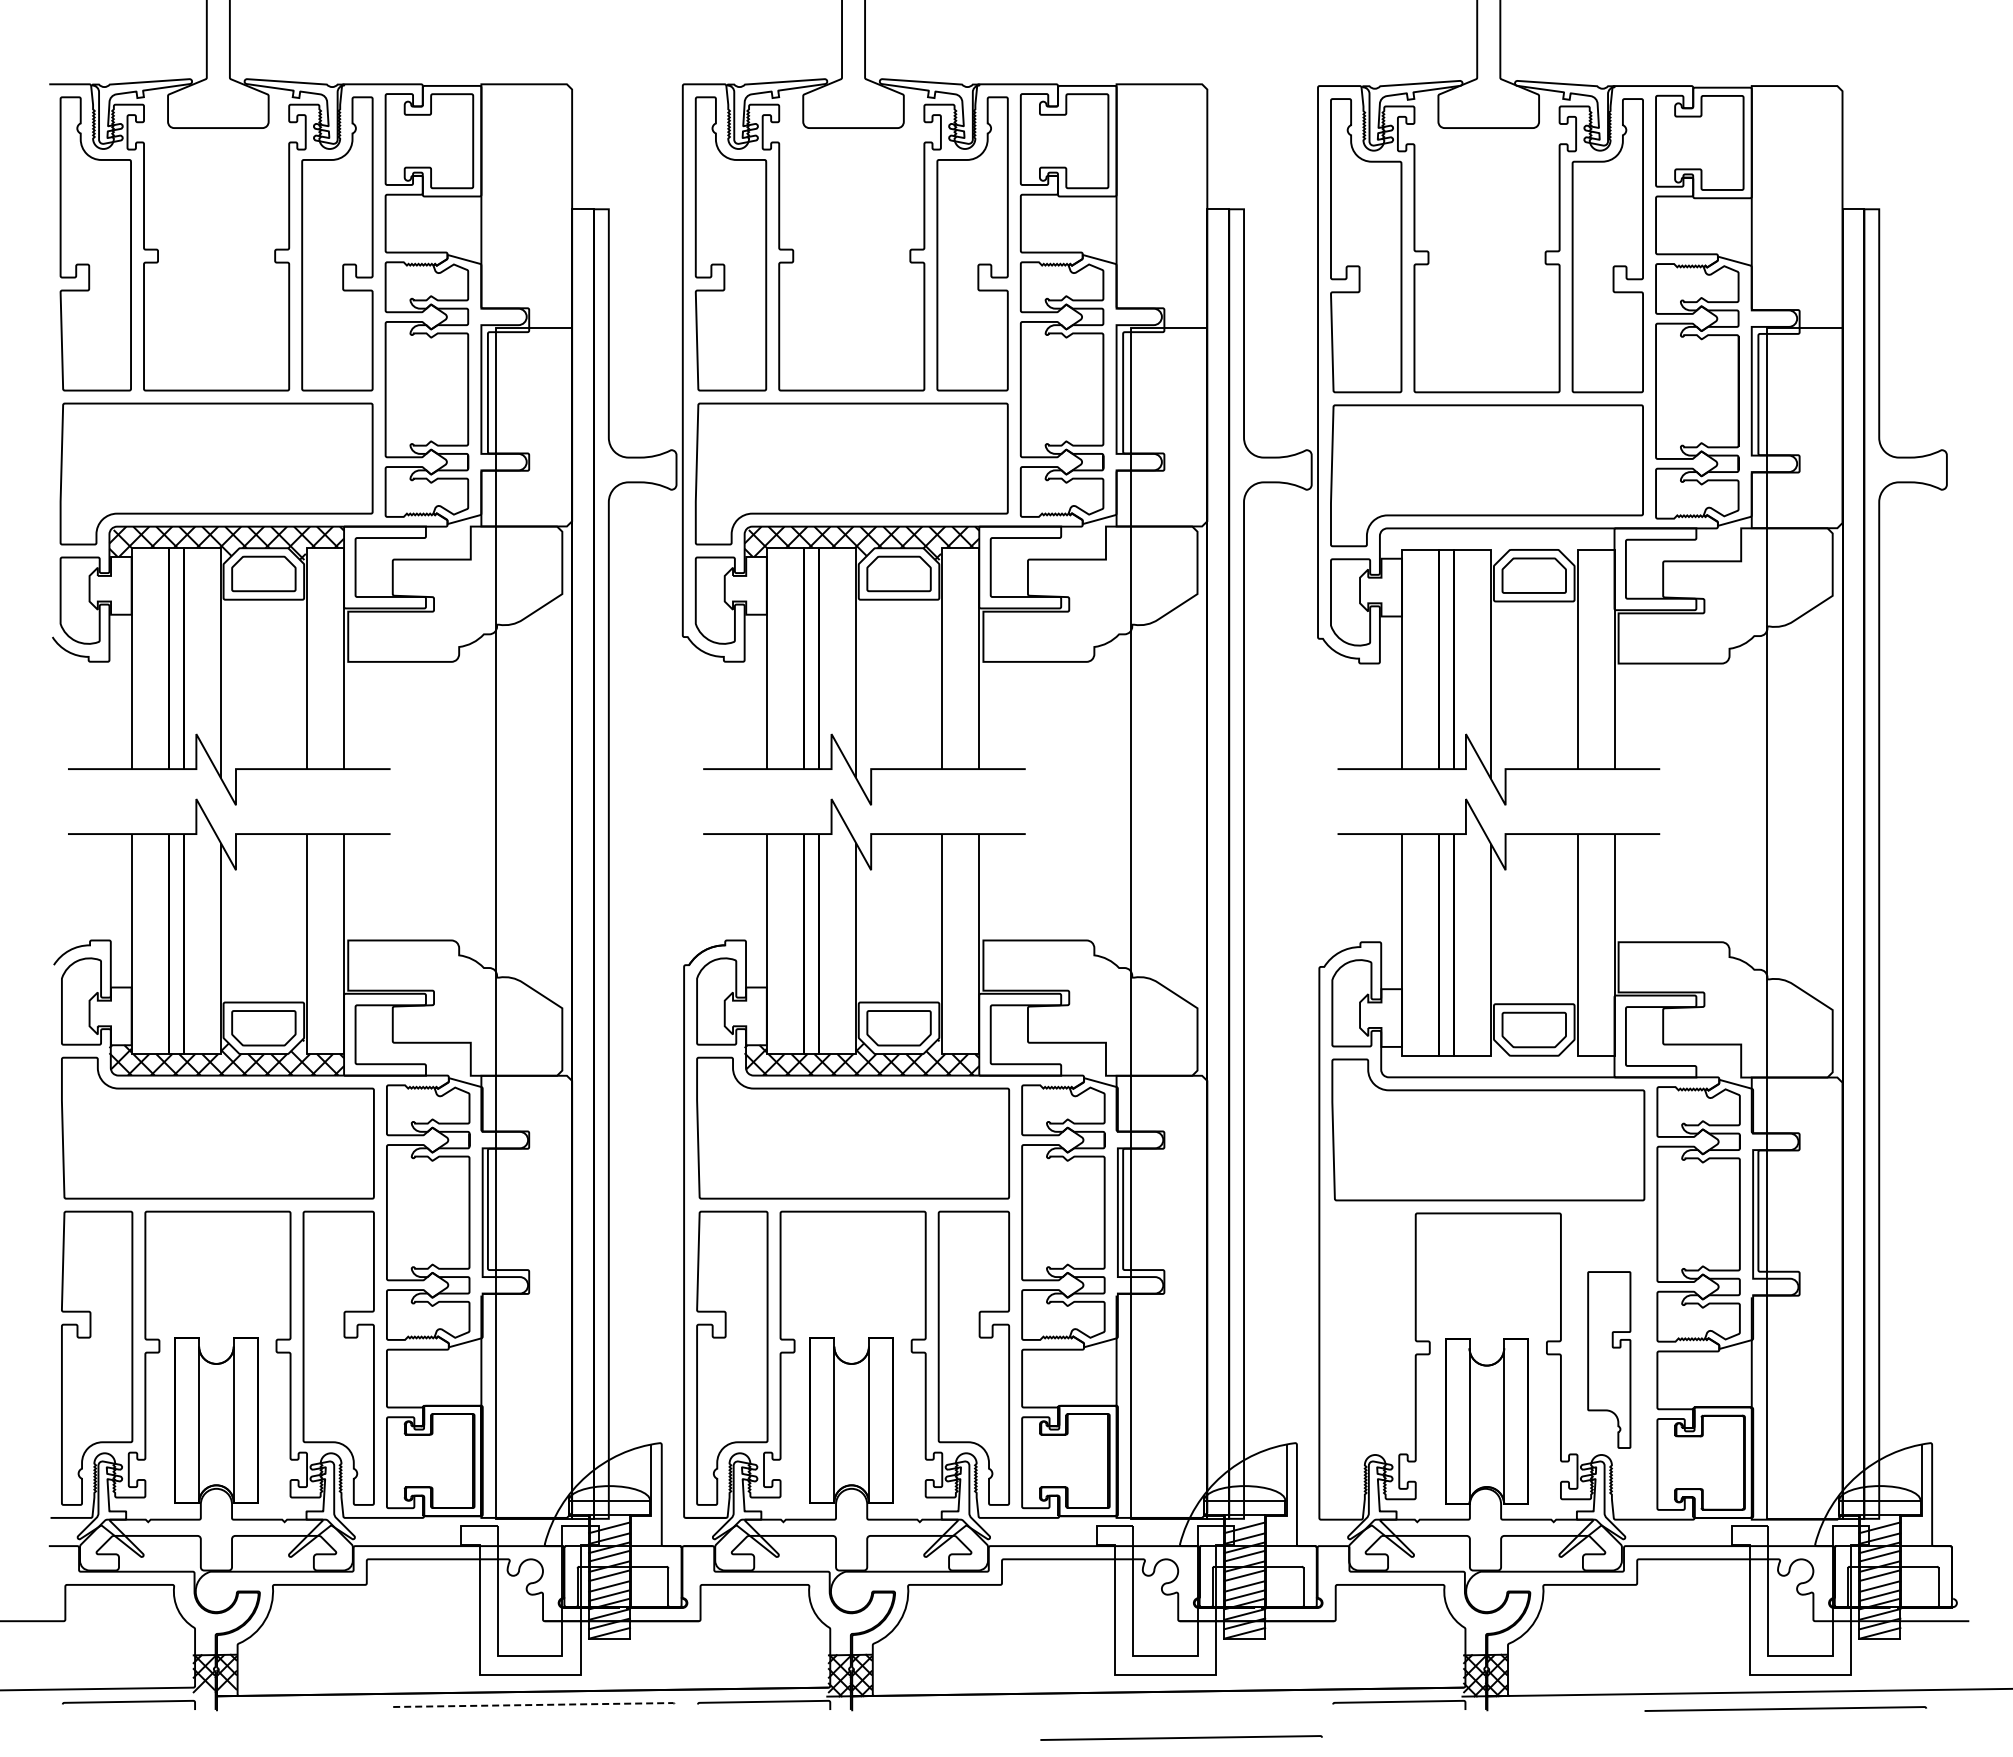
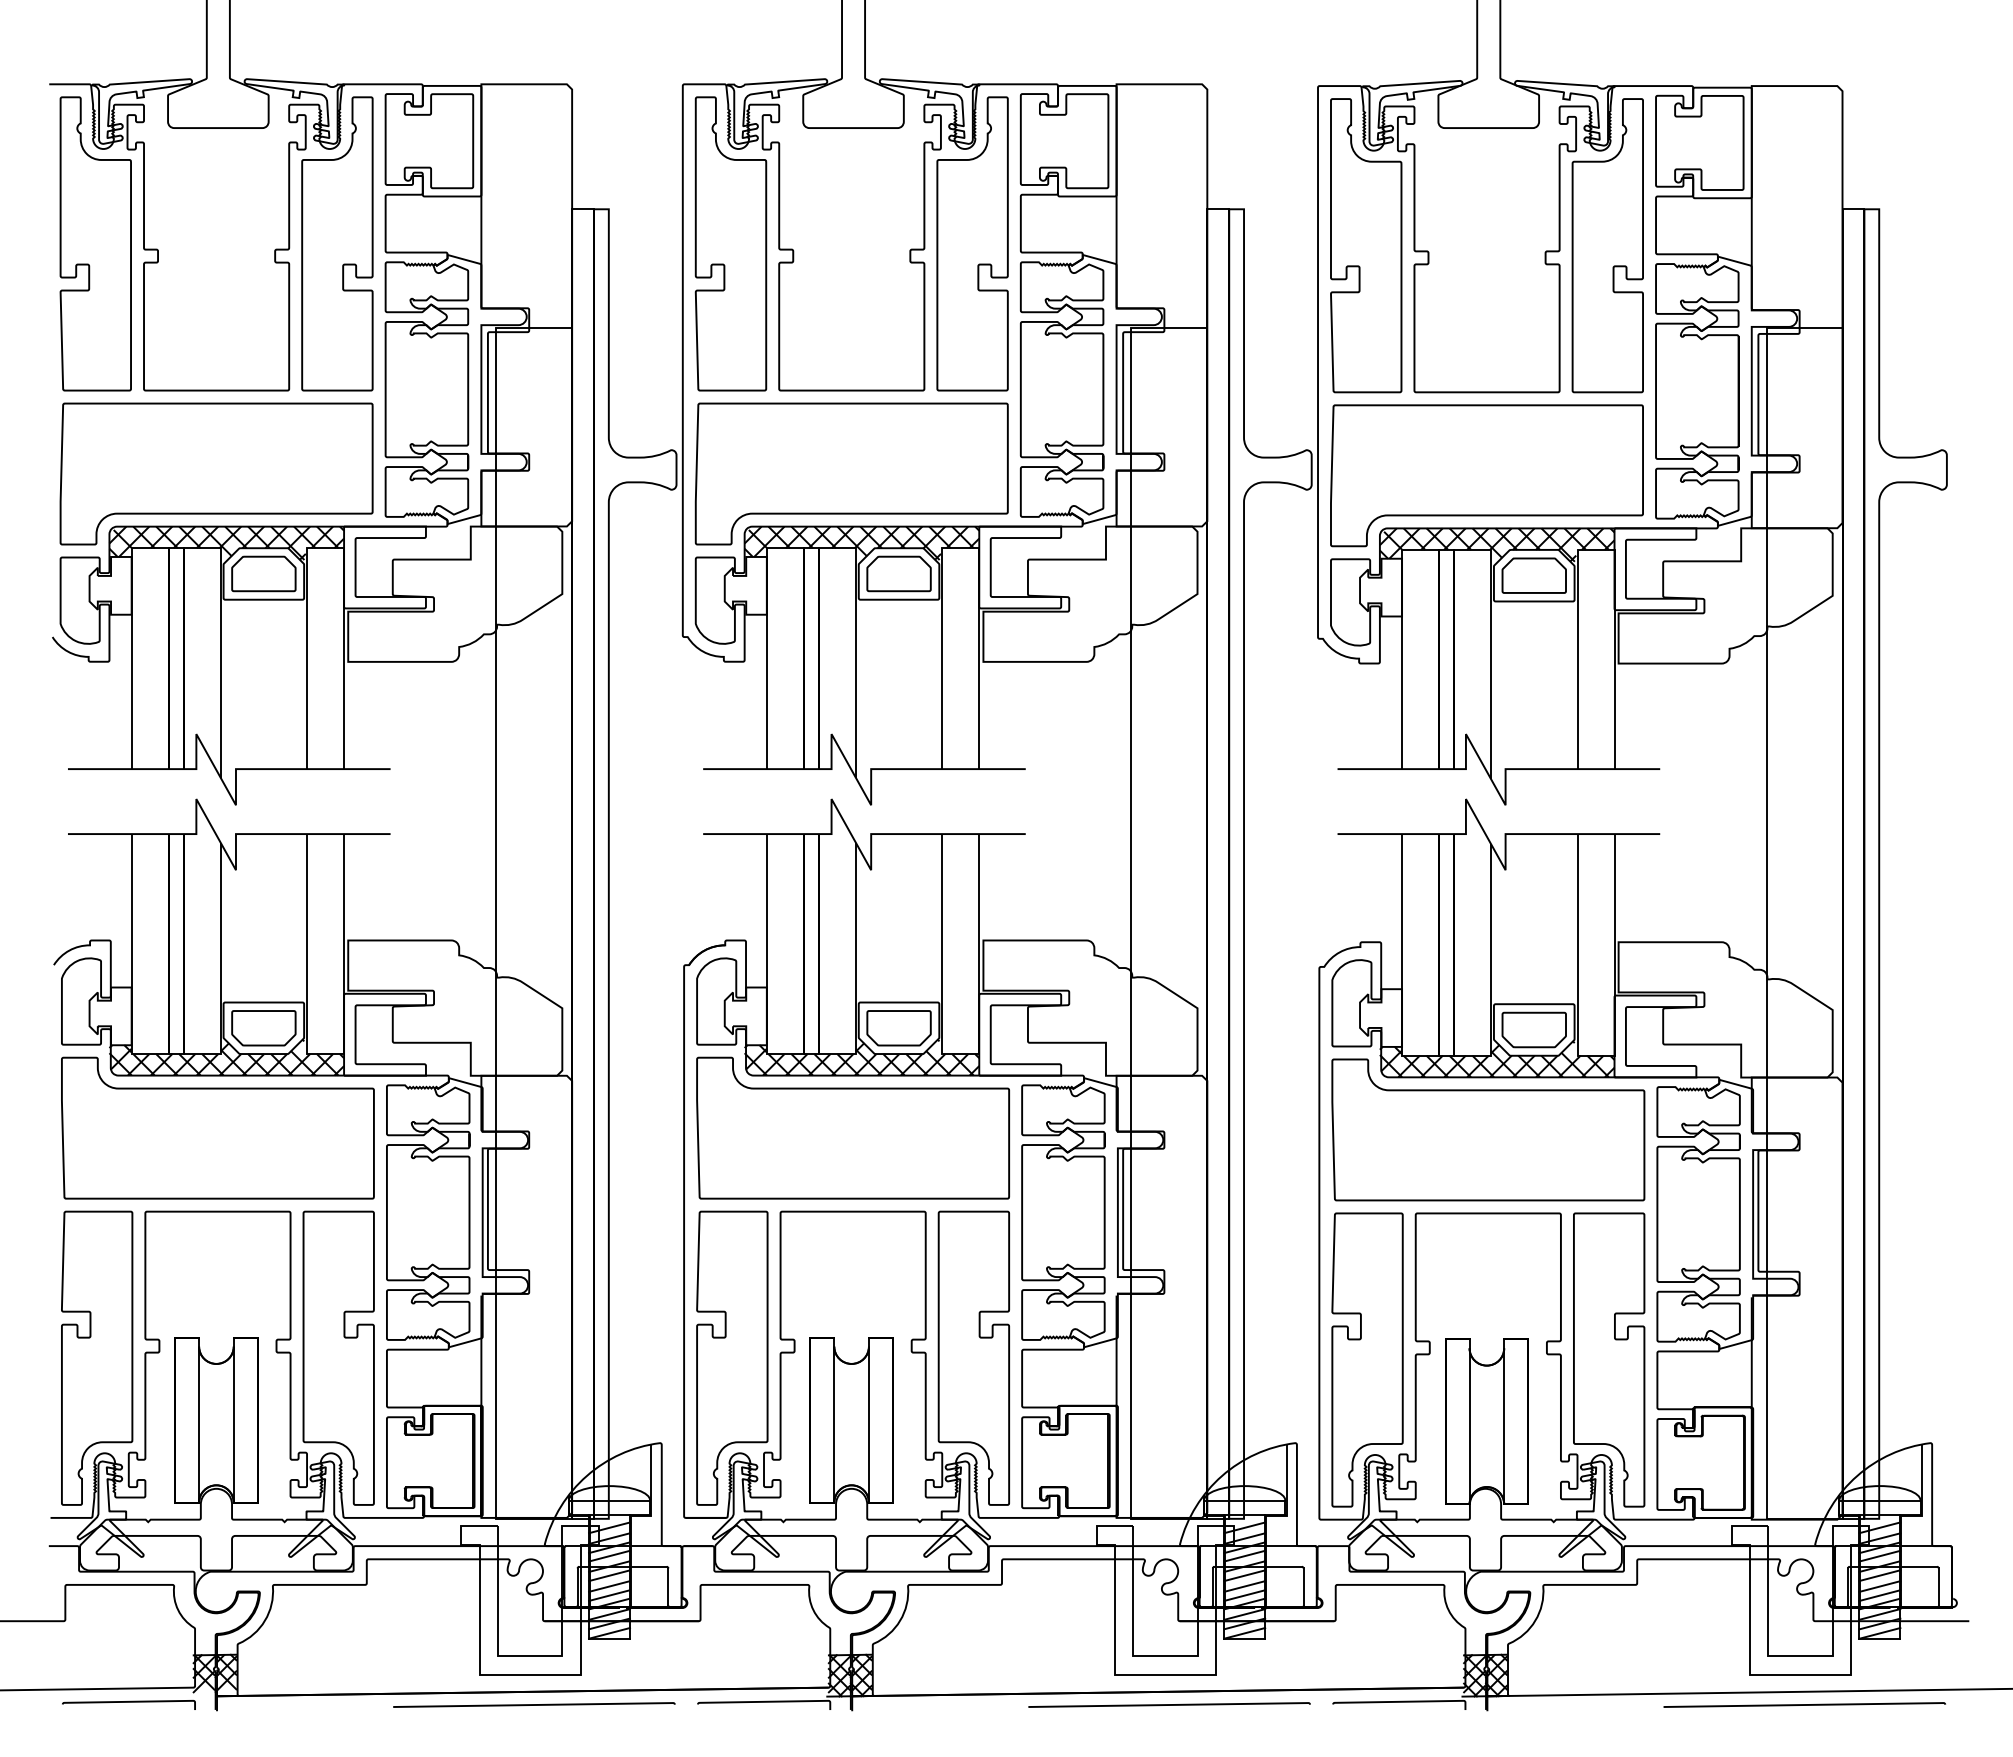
hatch at (1496, 544): none -> present
hatch at (1496, 1059): none -> present
part at (1367, 1359): none -> present
part at (1609, 1359) size: 45x178 px -> 73x296 px
line at (541, 1704): dashed -> solid
line at (1785, 1708) position: (1785, 1708) -> (1804, 1704)
line at (1181, 1737) position: (1181, 1737) -> (1169, 1704)
